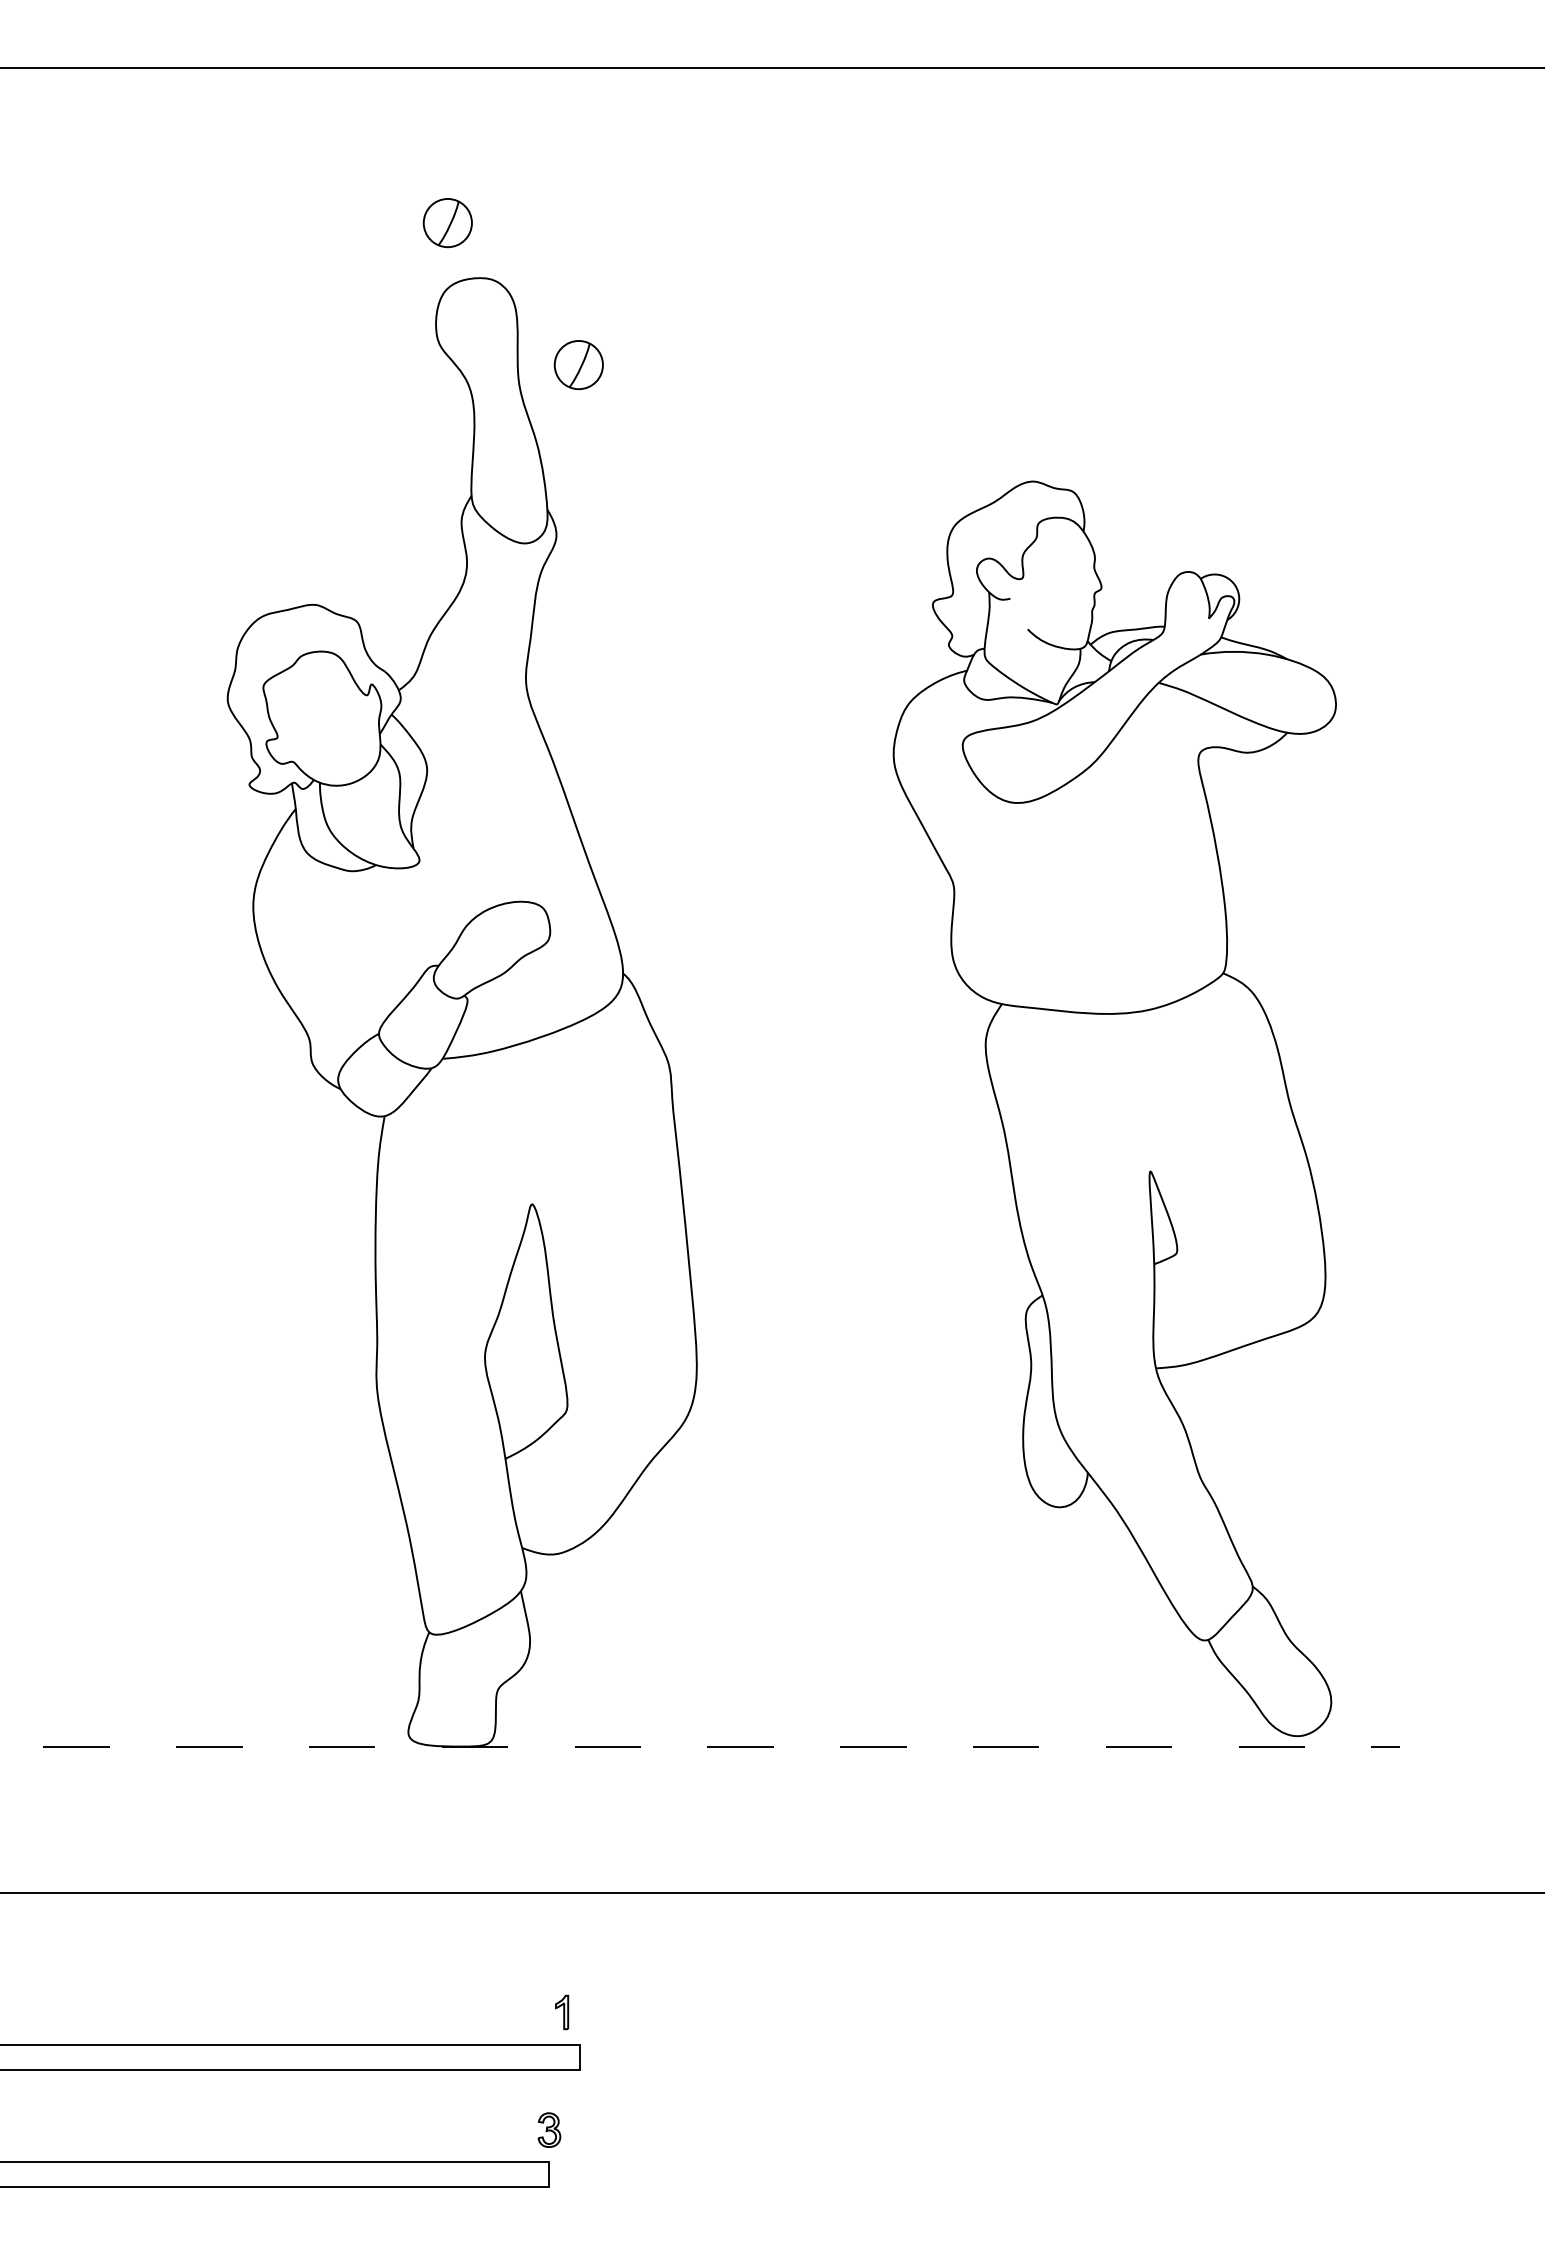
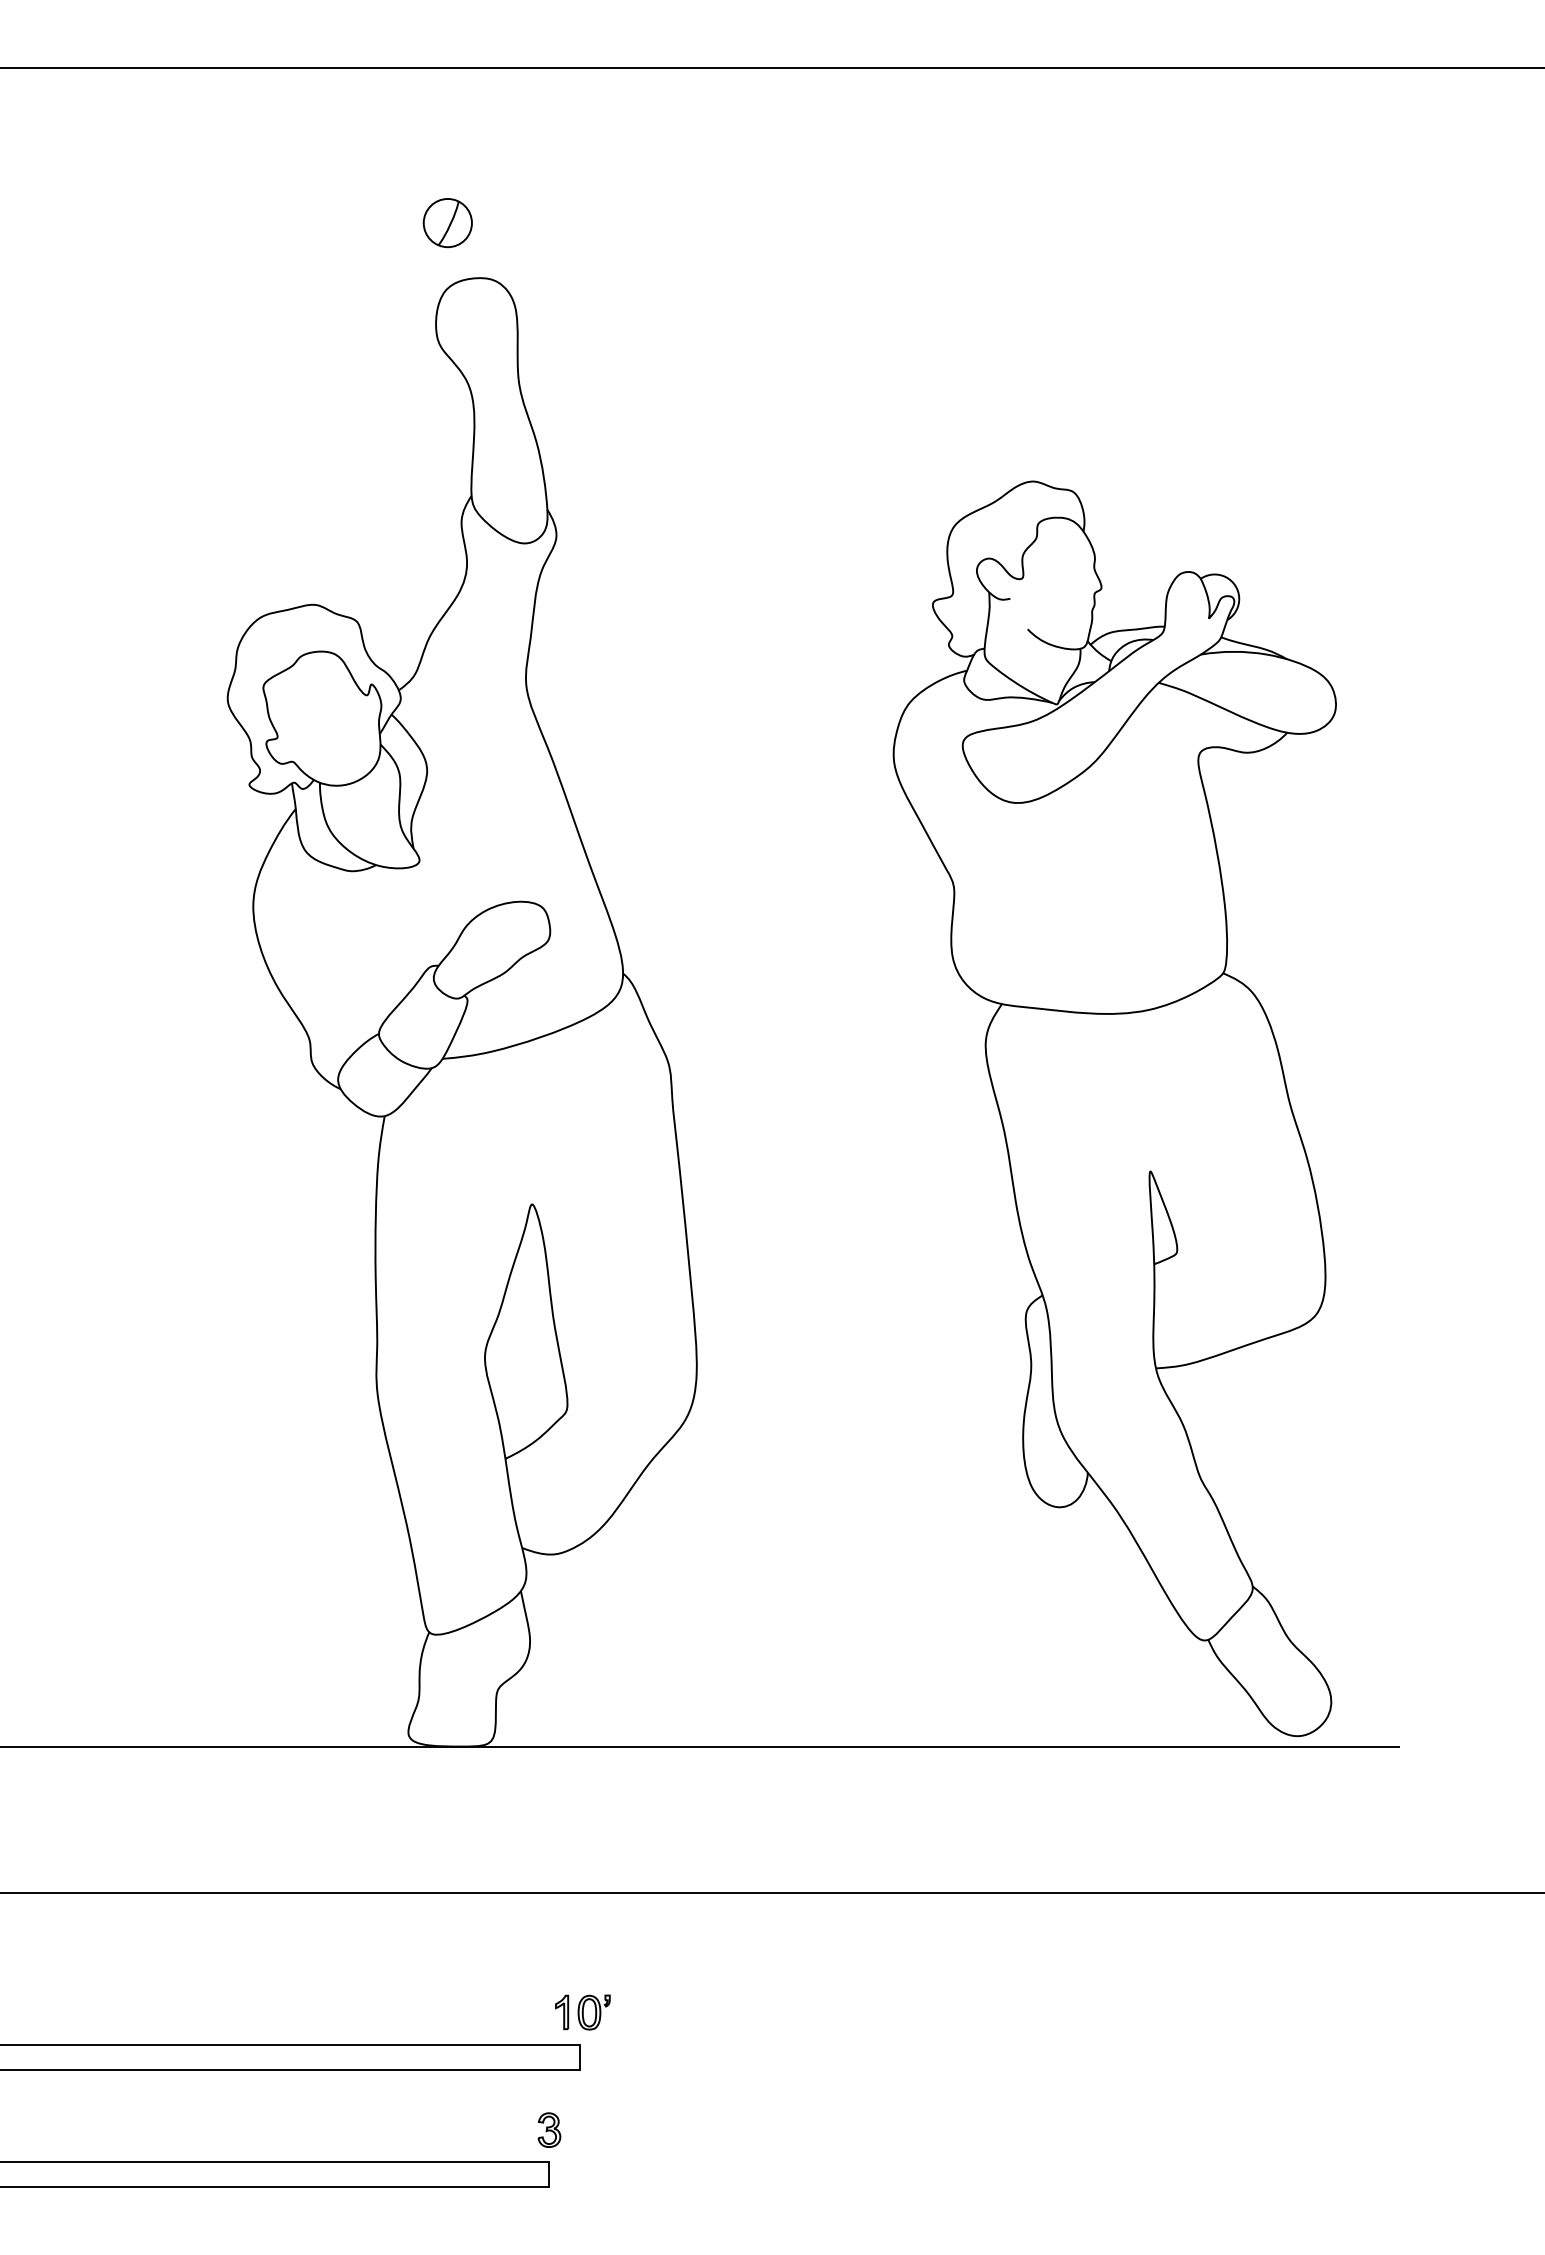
part at (578, 365): present -> none
line at (700, 1746): dashed -> solid
part at (593, 2012): none -> present
